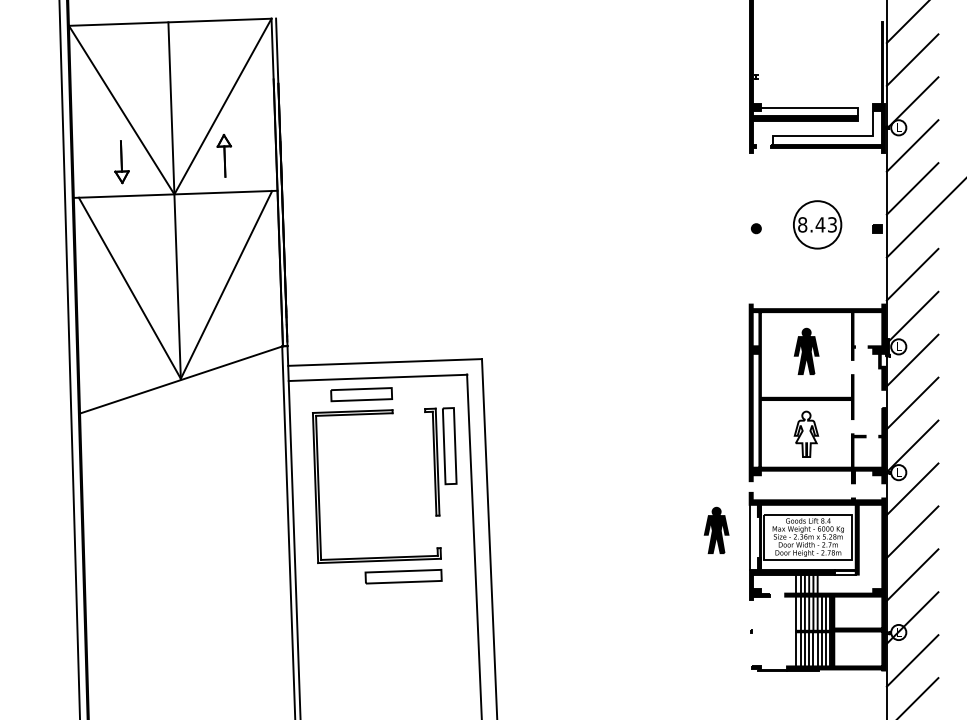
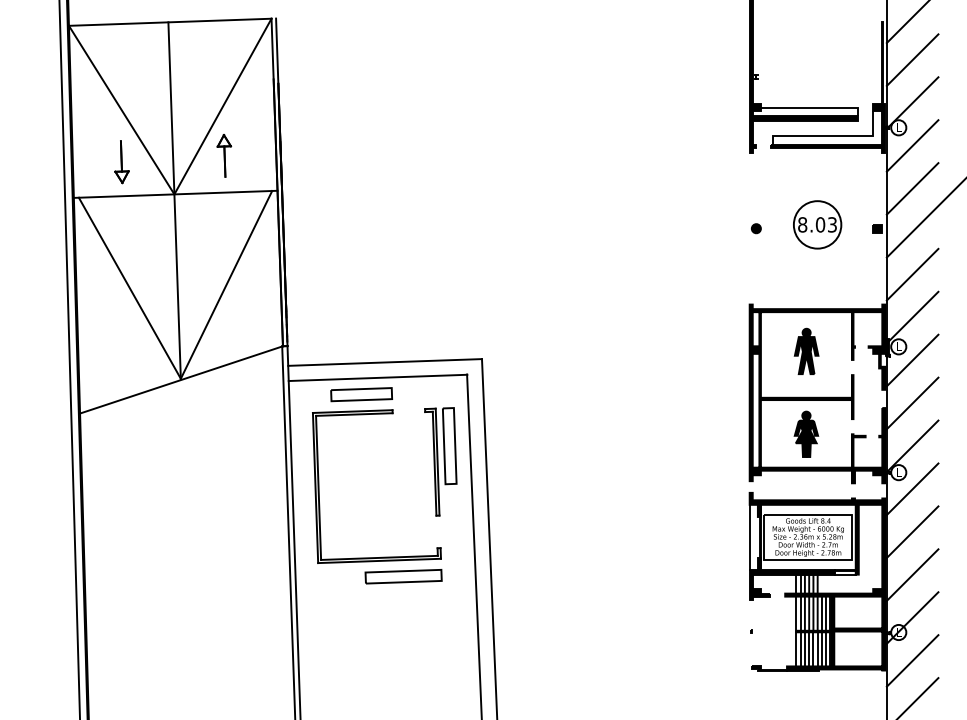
text at (820, 224): 8.43 -> 8.03
fill at (806, 434): none -> present
part at (716, 529): present -> none
